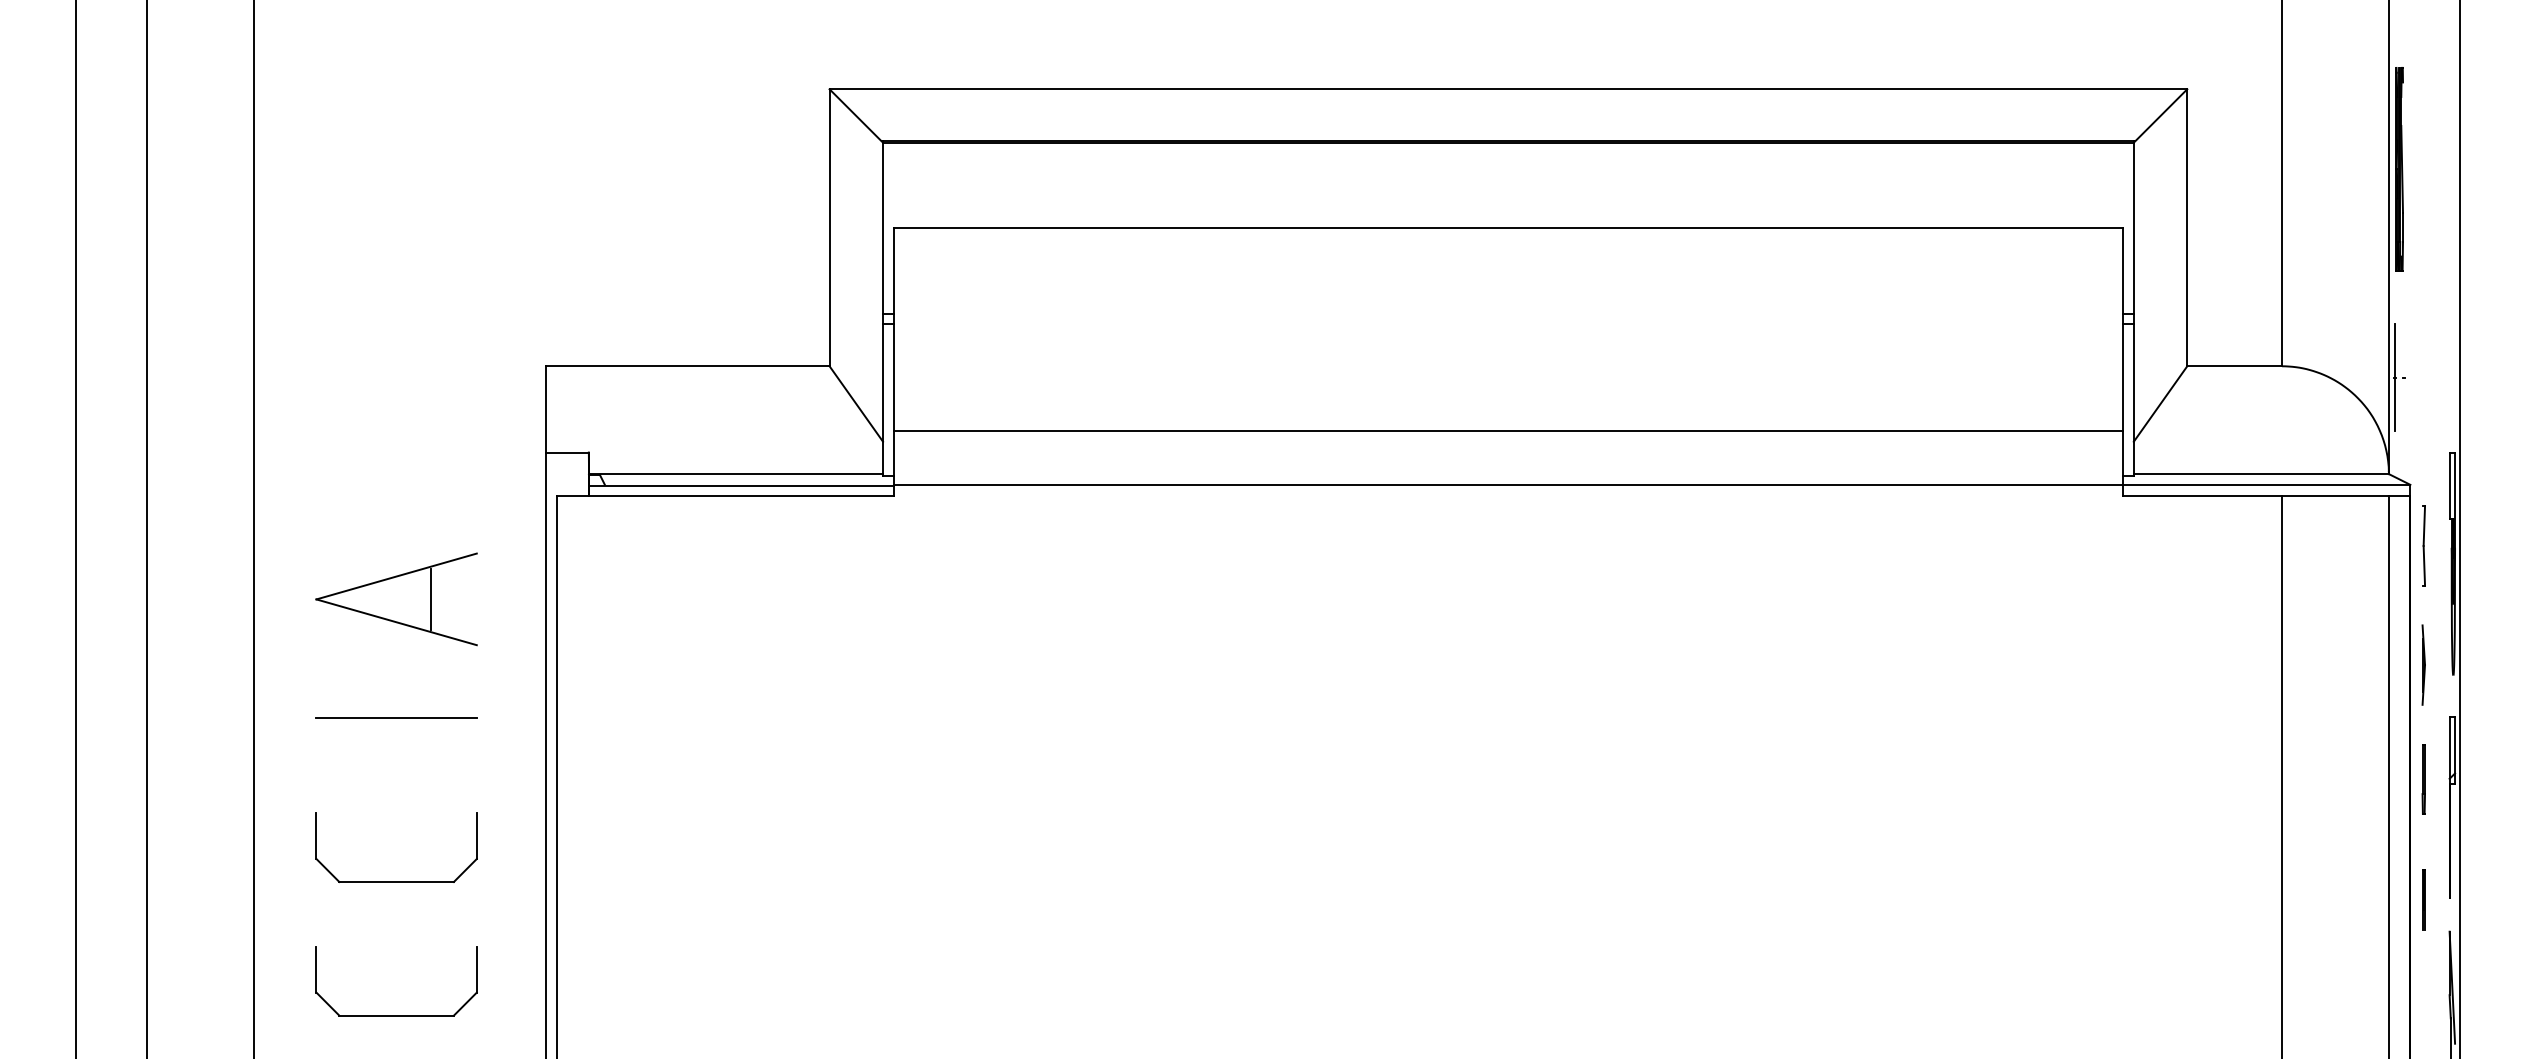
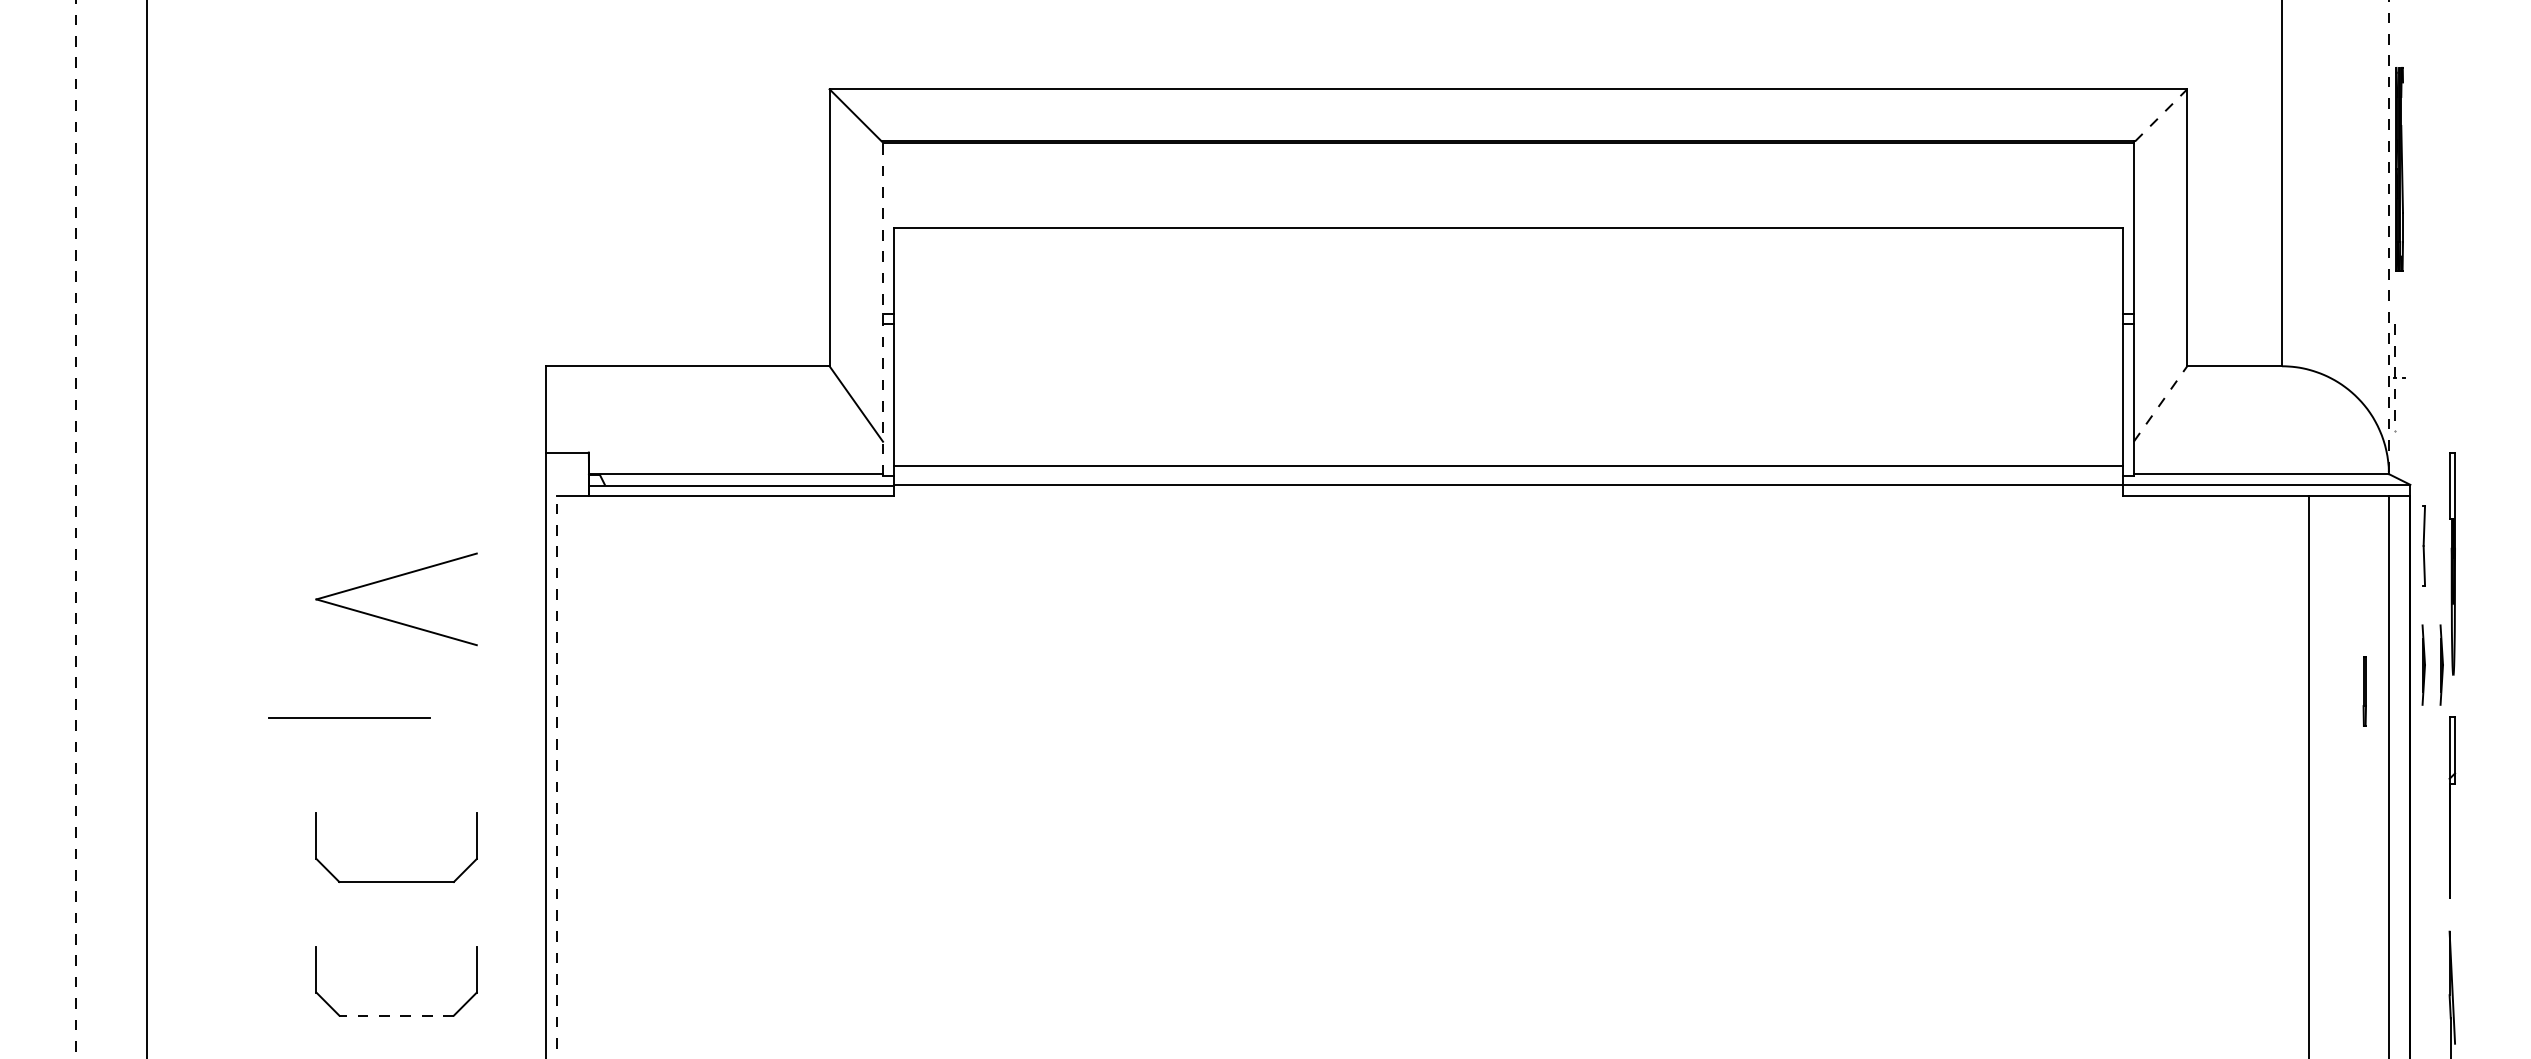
line at (2161, 115): solid -> dashed
line at (2388, 236): solid -> dashed
line at (883, 308): solid -> dashed
line at (2394, 378): solid -> dashed
line at (2160, 403): solid -> dashed
line at (1508, 431) position: (1508, 431) -> (1508, 466)
line at (253, 528): present -> none
line at (2459, 528): present -> none
line at (75, 529): solid -> dashed
line at (430, 599): present -> none
line at (2441, 664): none -> present
line at (396, 717) position: (396, 717) -> (349, 717)
line at (2282, 775) position: (2282, 775) -> (2309, 775)
line at (556, 776): solid -> dashed
line at (2423, 779) position: (2423, 779) -> (2364, 691)
line at (2423, 899): present -> none
line at (396, 1015): solid -> dashed
